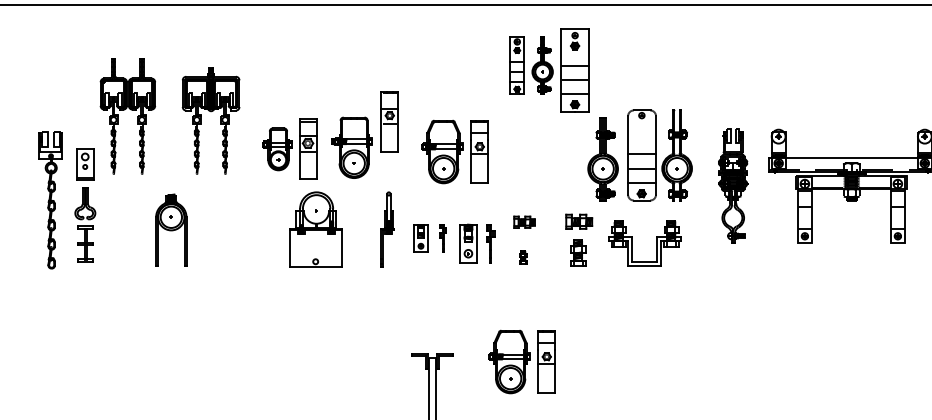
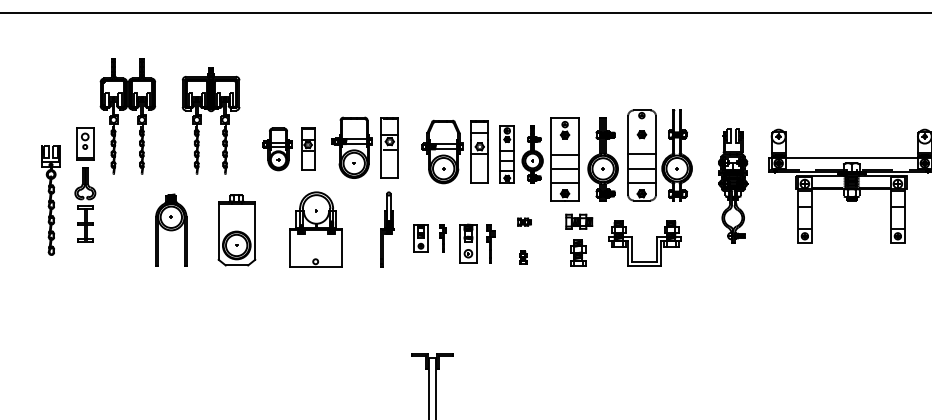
line at (465, 4) position: (465, 4) -> (465, 12)
part at (549, 70) position: (549, 70) -> (539, 159)
part at (389, 121) position: (389, 121) -> (389, 147)
part at (641, 134): none -> present
part at (308, 148) size: 19x62 px -> 15x44 px
part at (50, 200) size: 25x139 px -> 20x111 px
part at (85, 204) position: (85, 204) -> (85, 184)
part at (524, 221) size: 23x14 px -> 15x10 px
part at (236, 230): none -> present
part at (521, 361): present -> none
